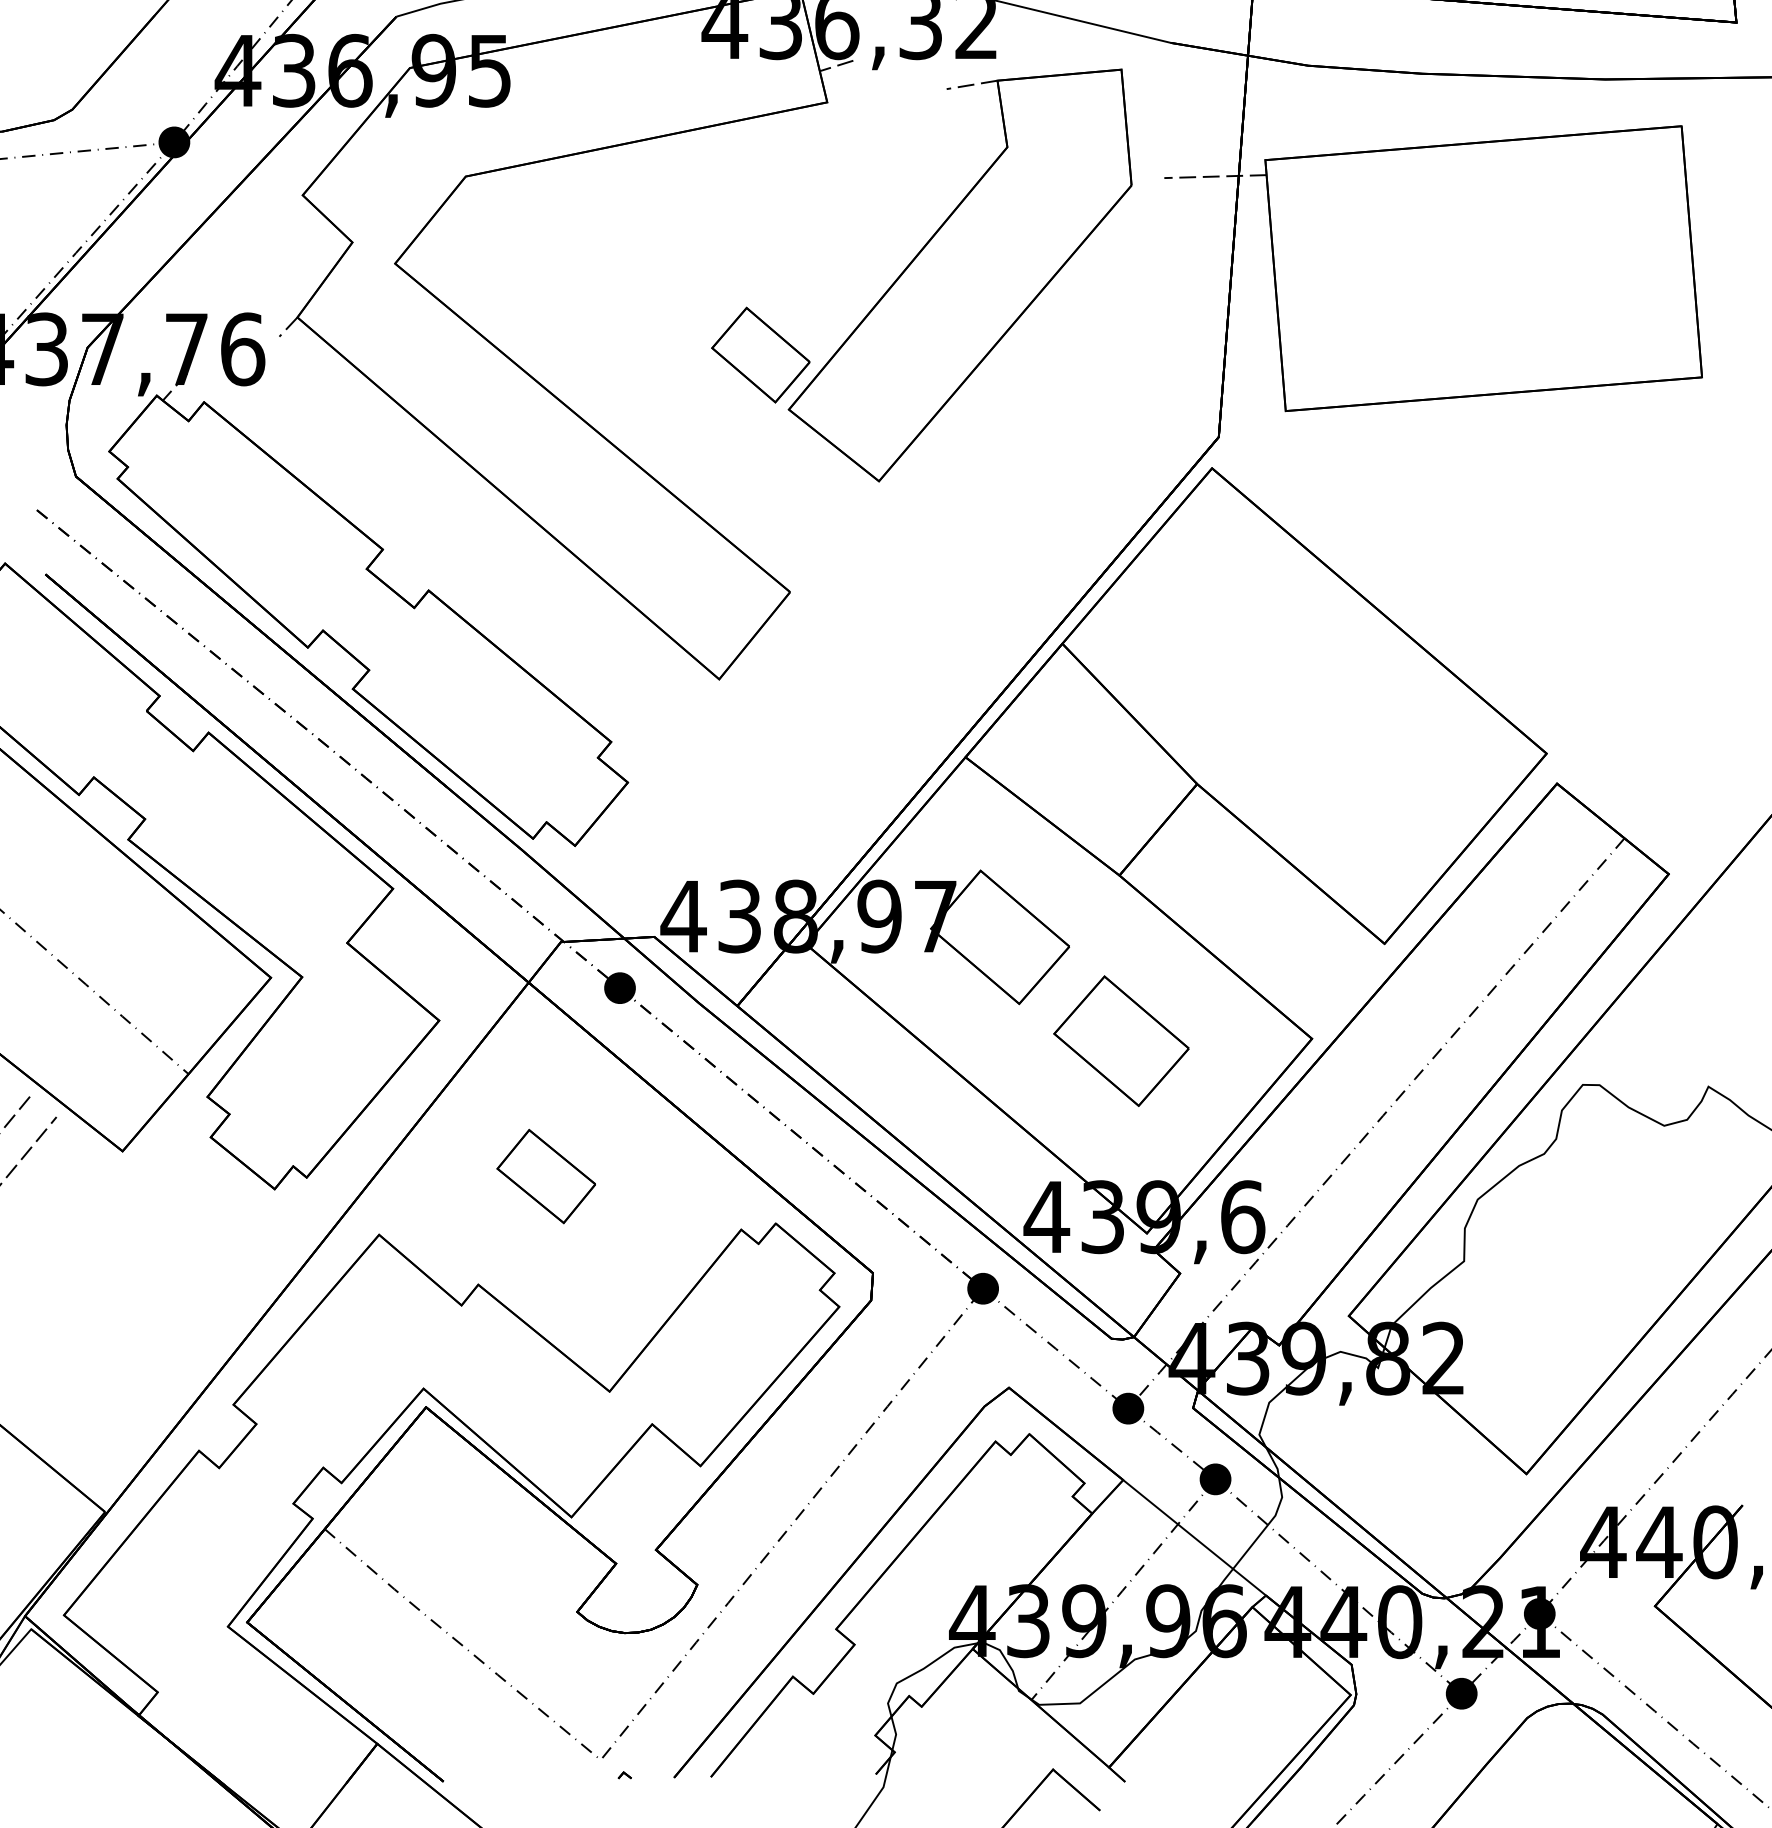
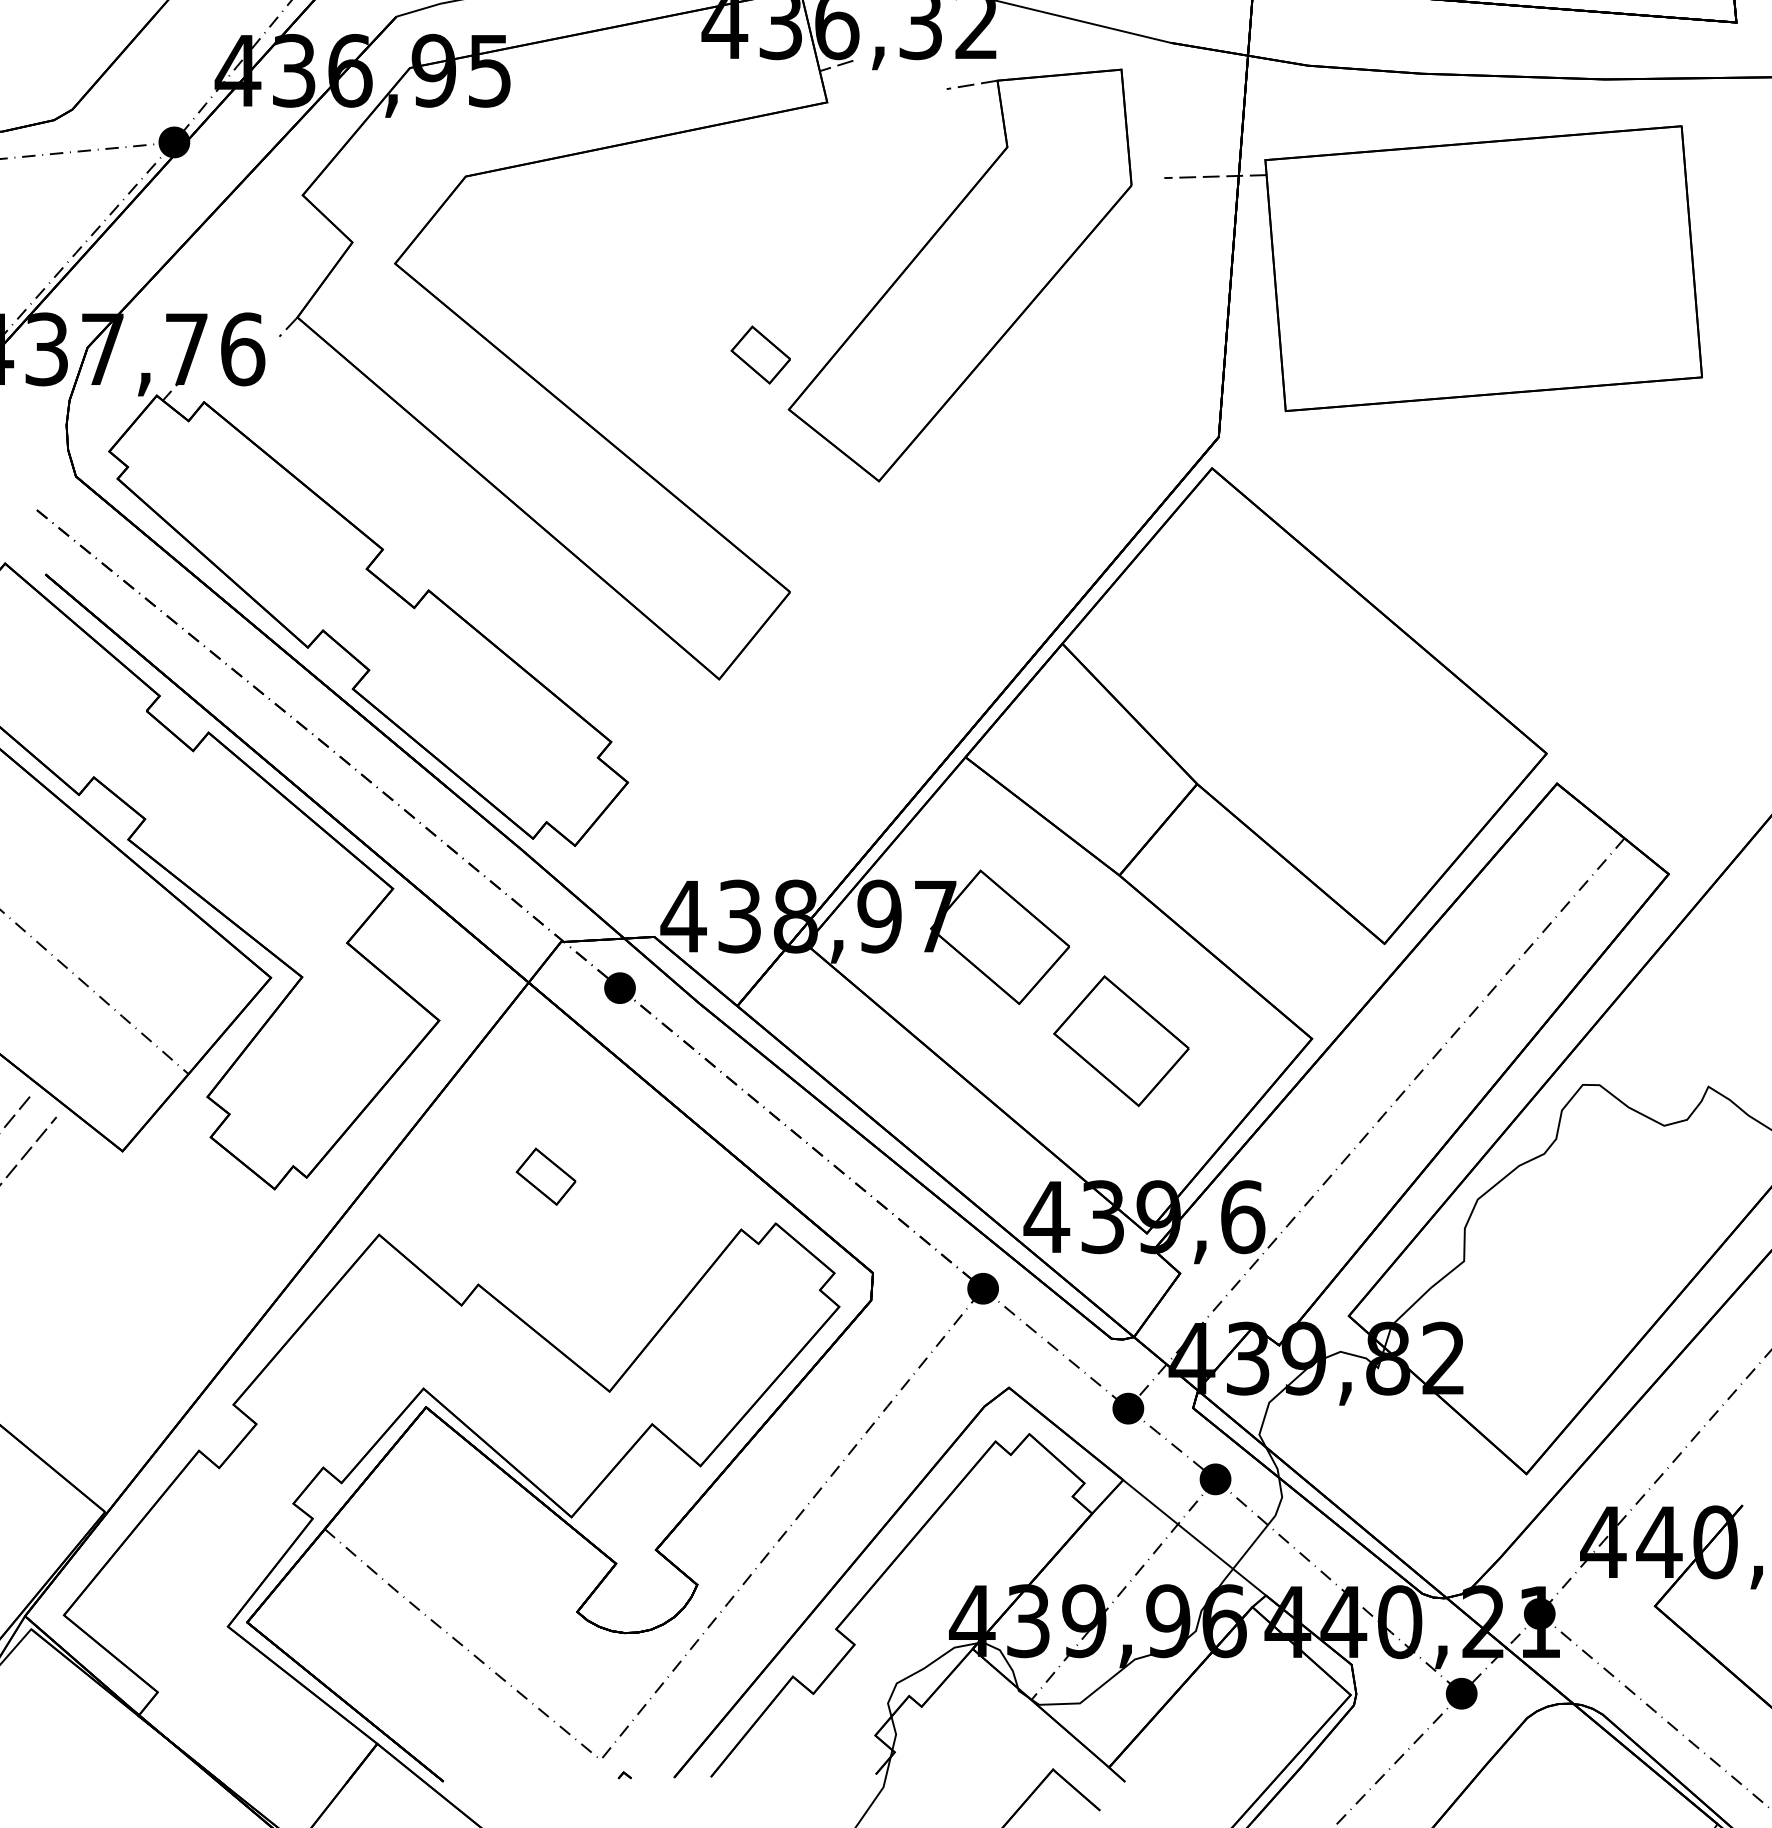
part at (760, 354) size: 100x98 px -> 61x60 px
part at (545, 1176) size: 100x96 px -> 62x59 px
